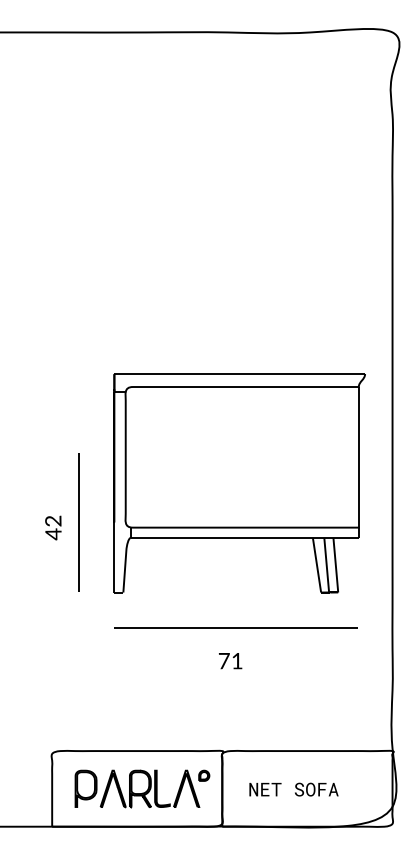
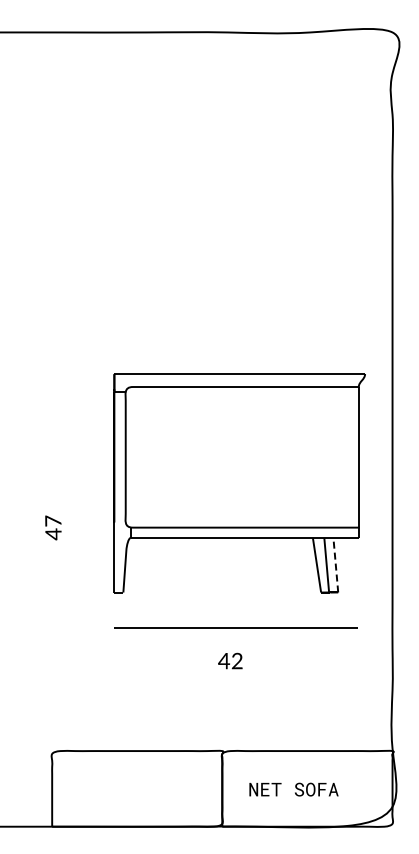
text at (53, 520): 42 -> 47
line at (78, 522): present -> none
line at (335, 564): solid -> dashed
text at (230, 660): 71 -> 42
part at (142, 788): present -> none
